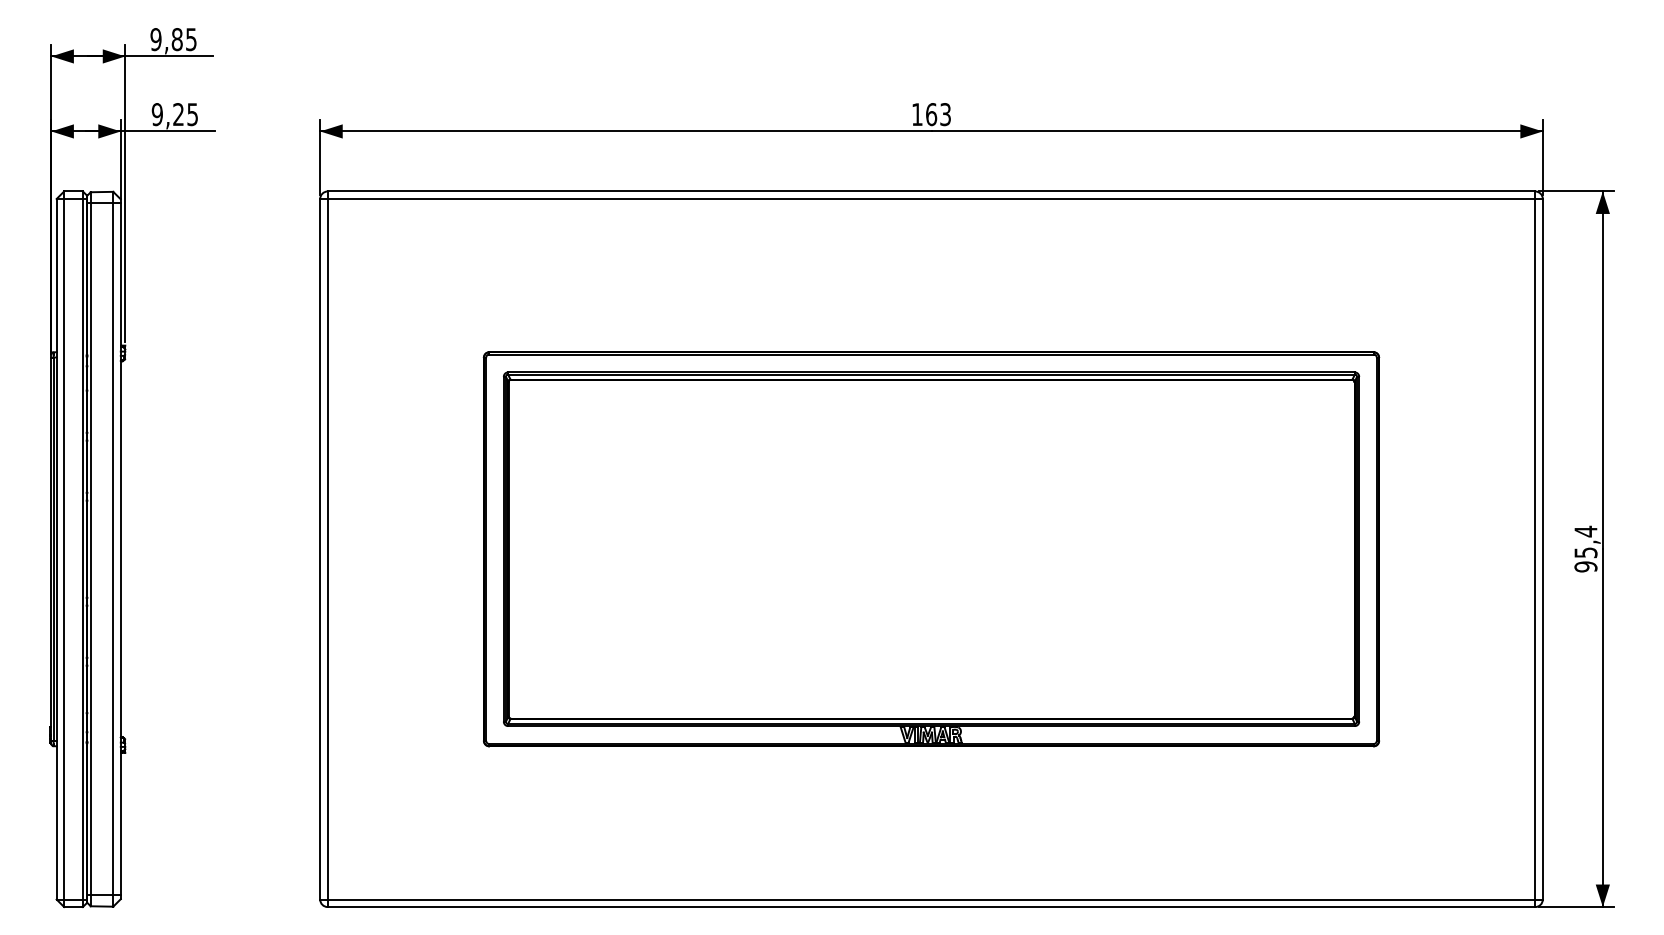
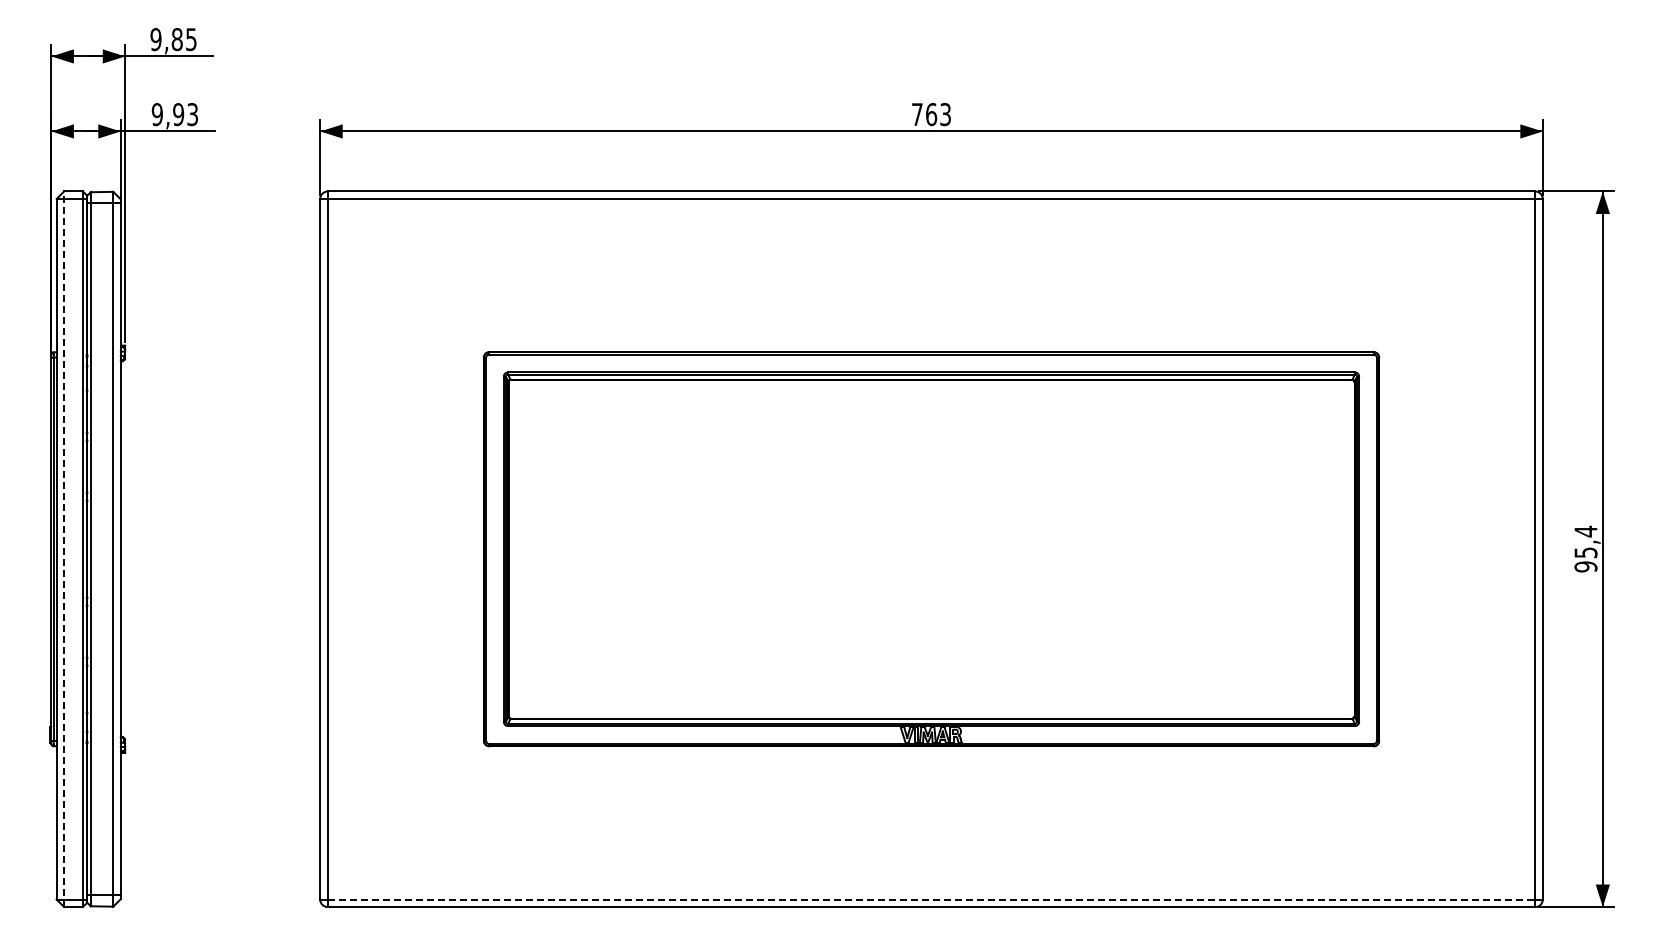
text at (185, 114): 9,25 -> 9,93
text at (917, 114): 163 -> 763
line at (64, 549): solid -> dashed
line at (931, 899): solid -> dashed
